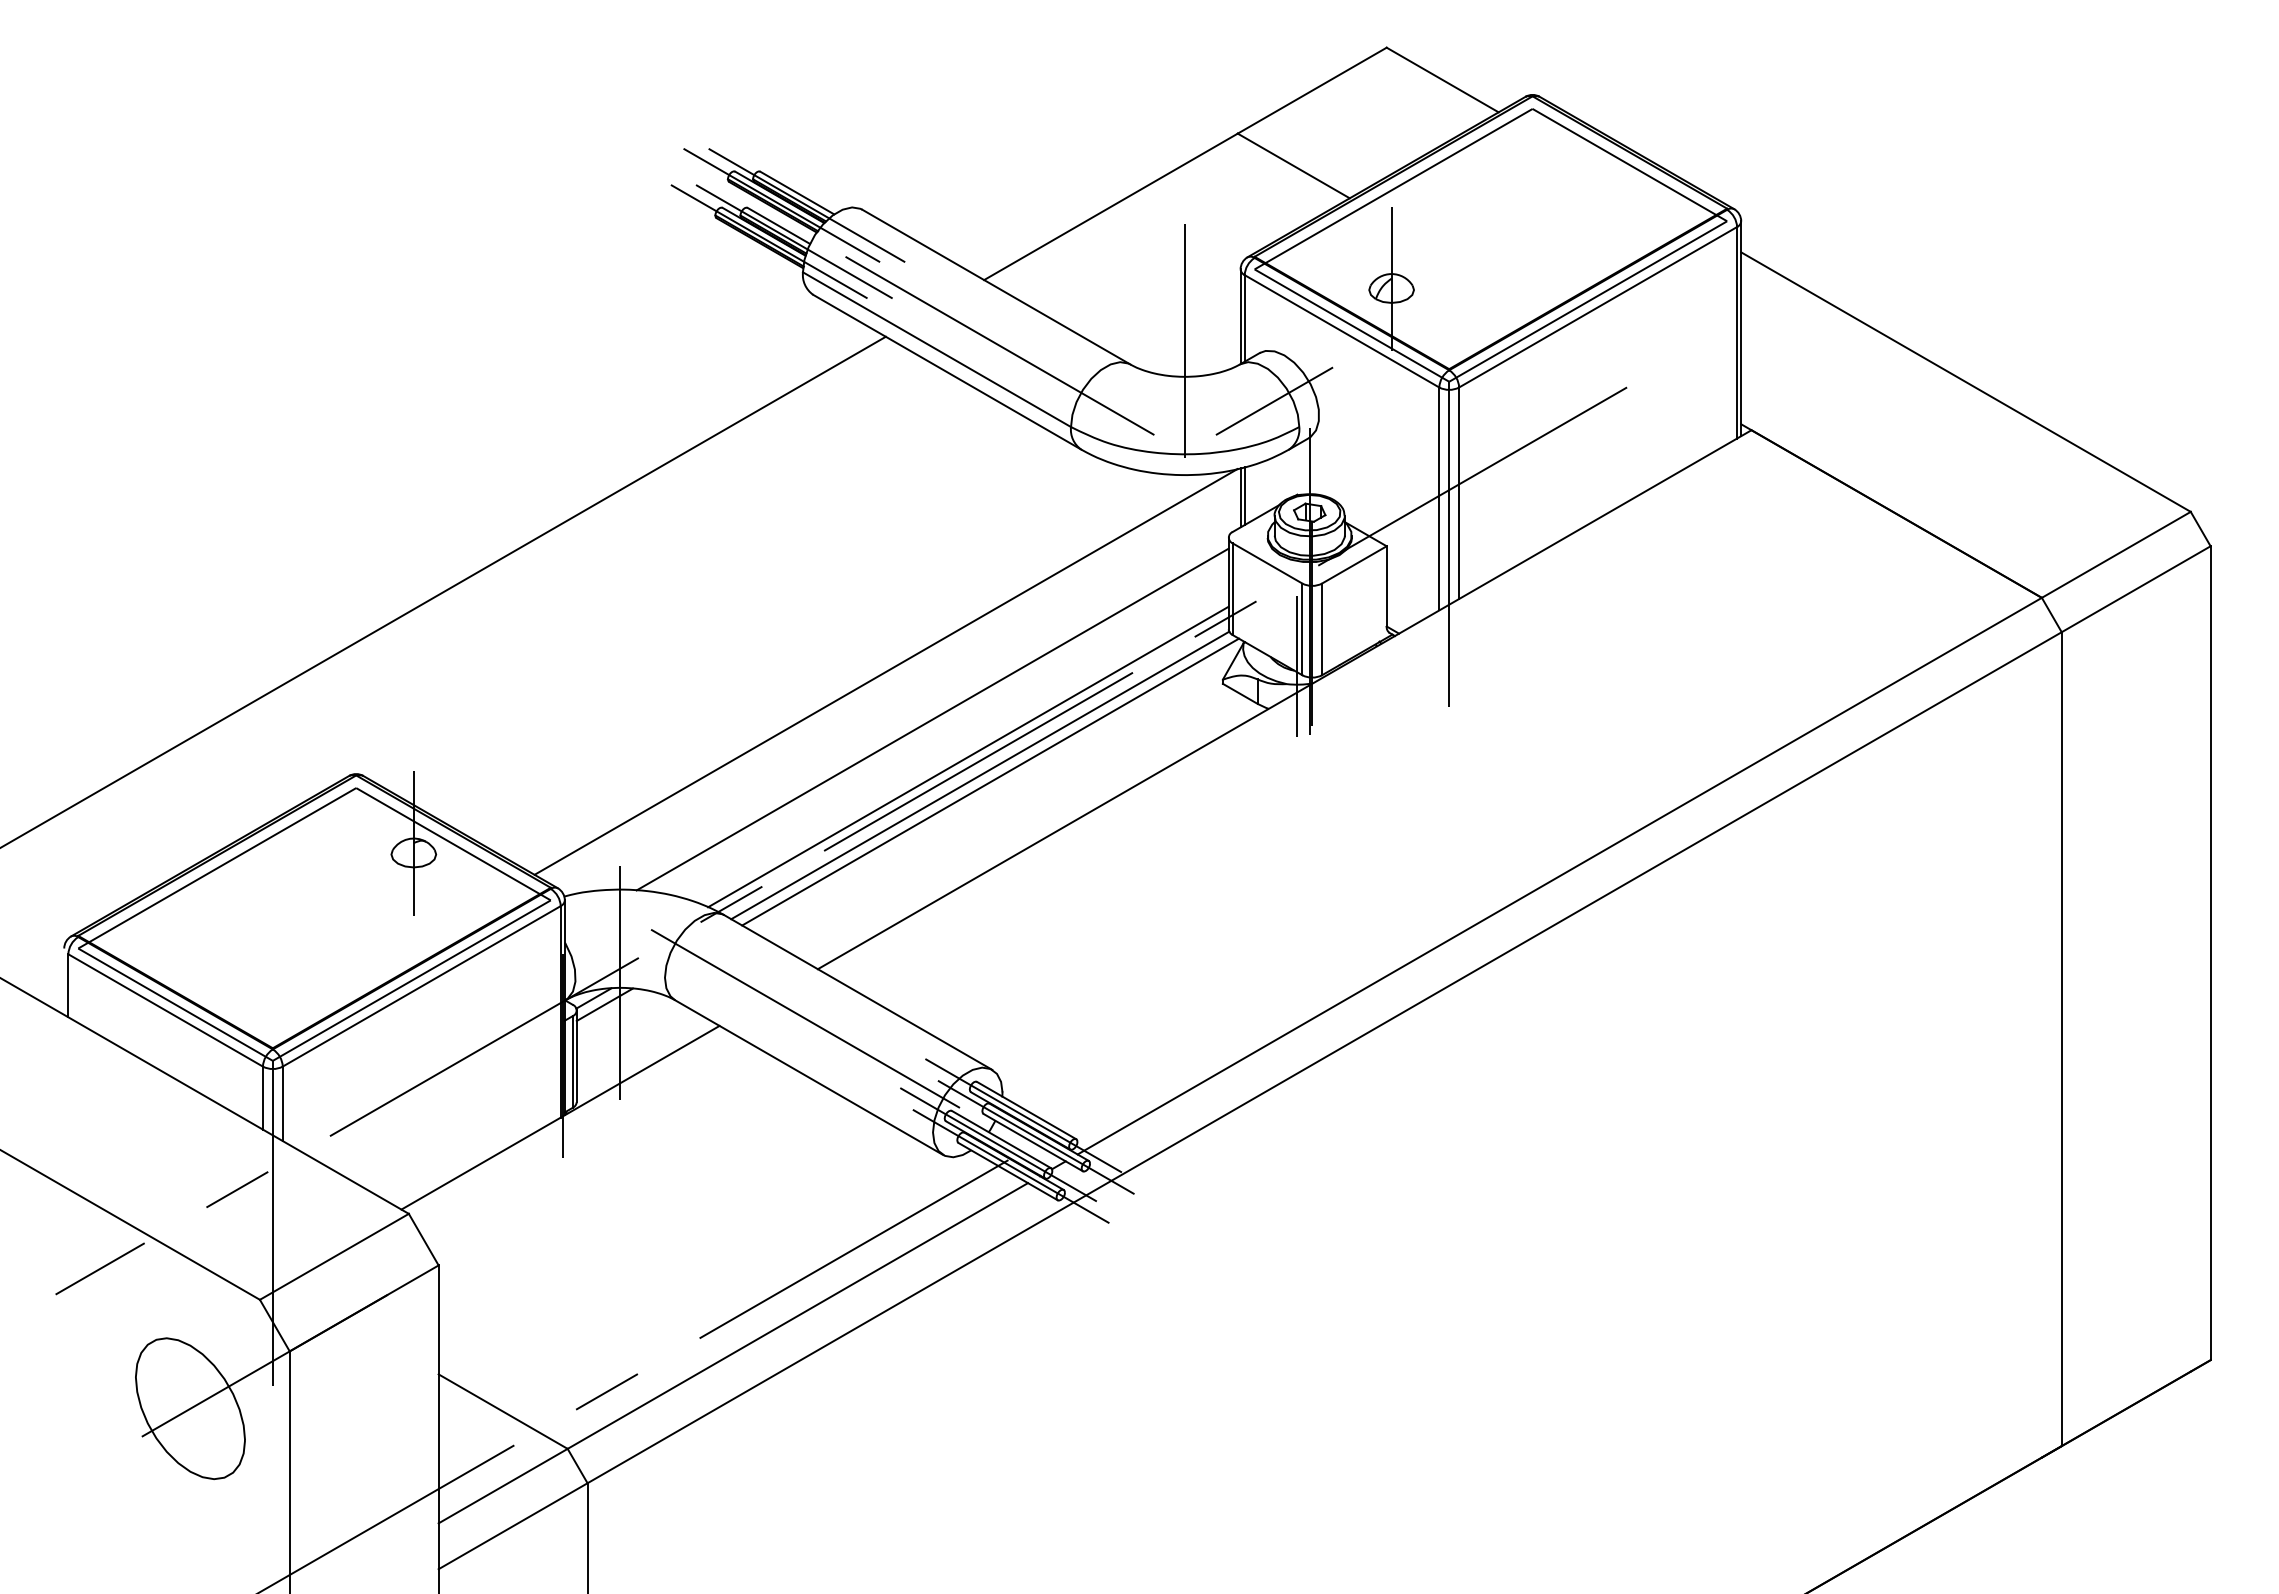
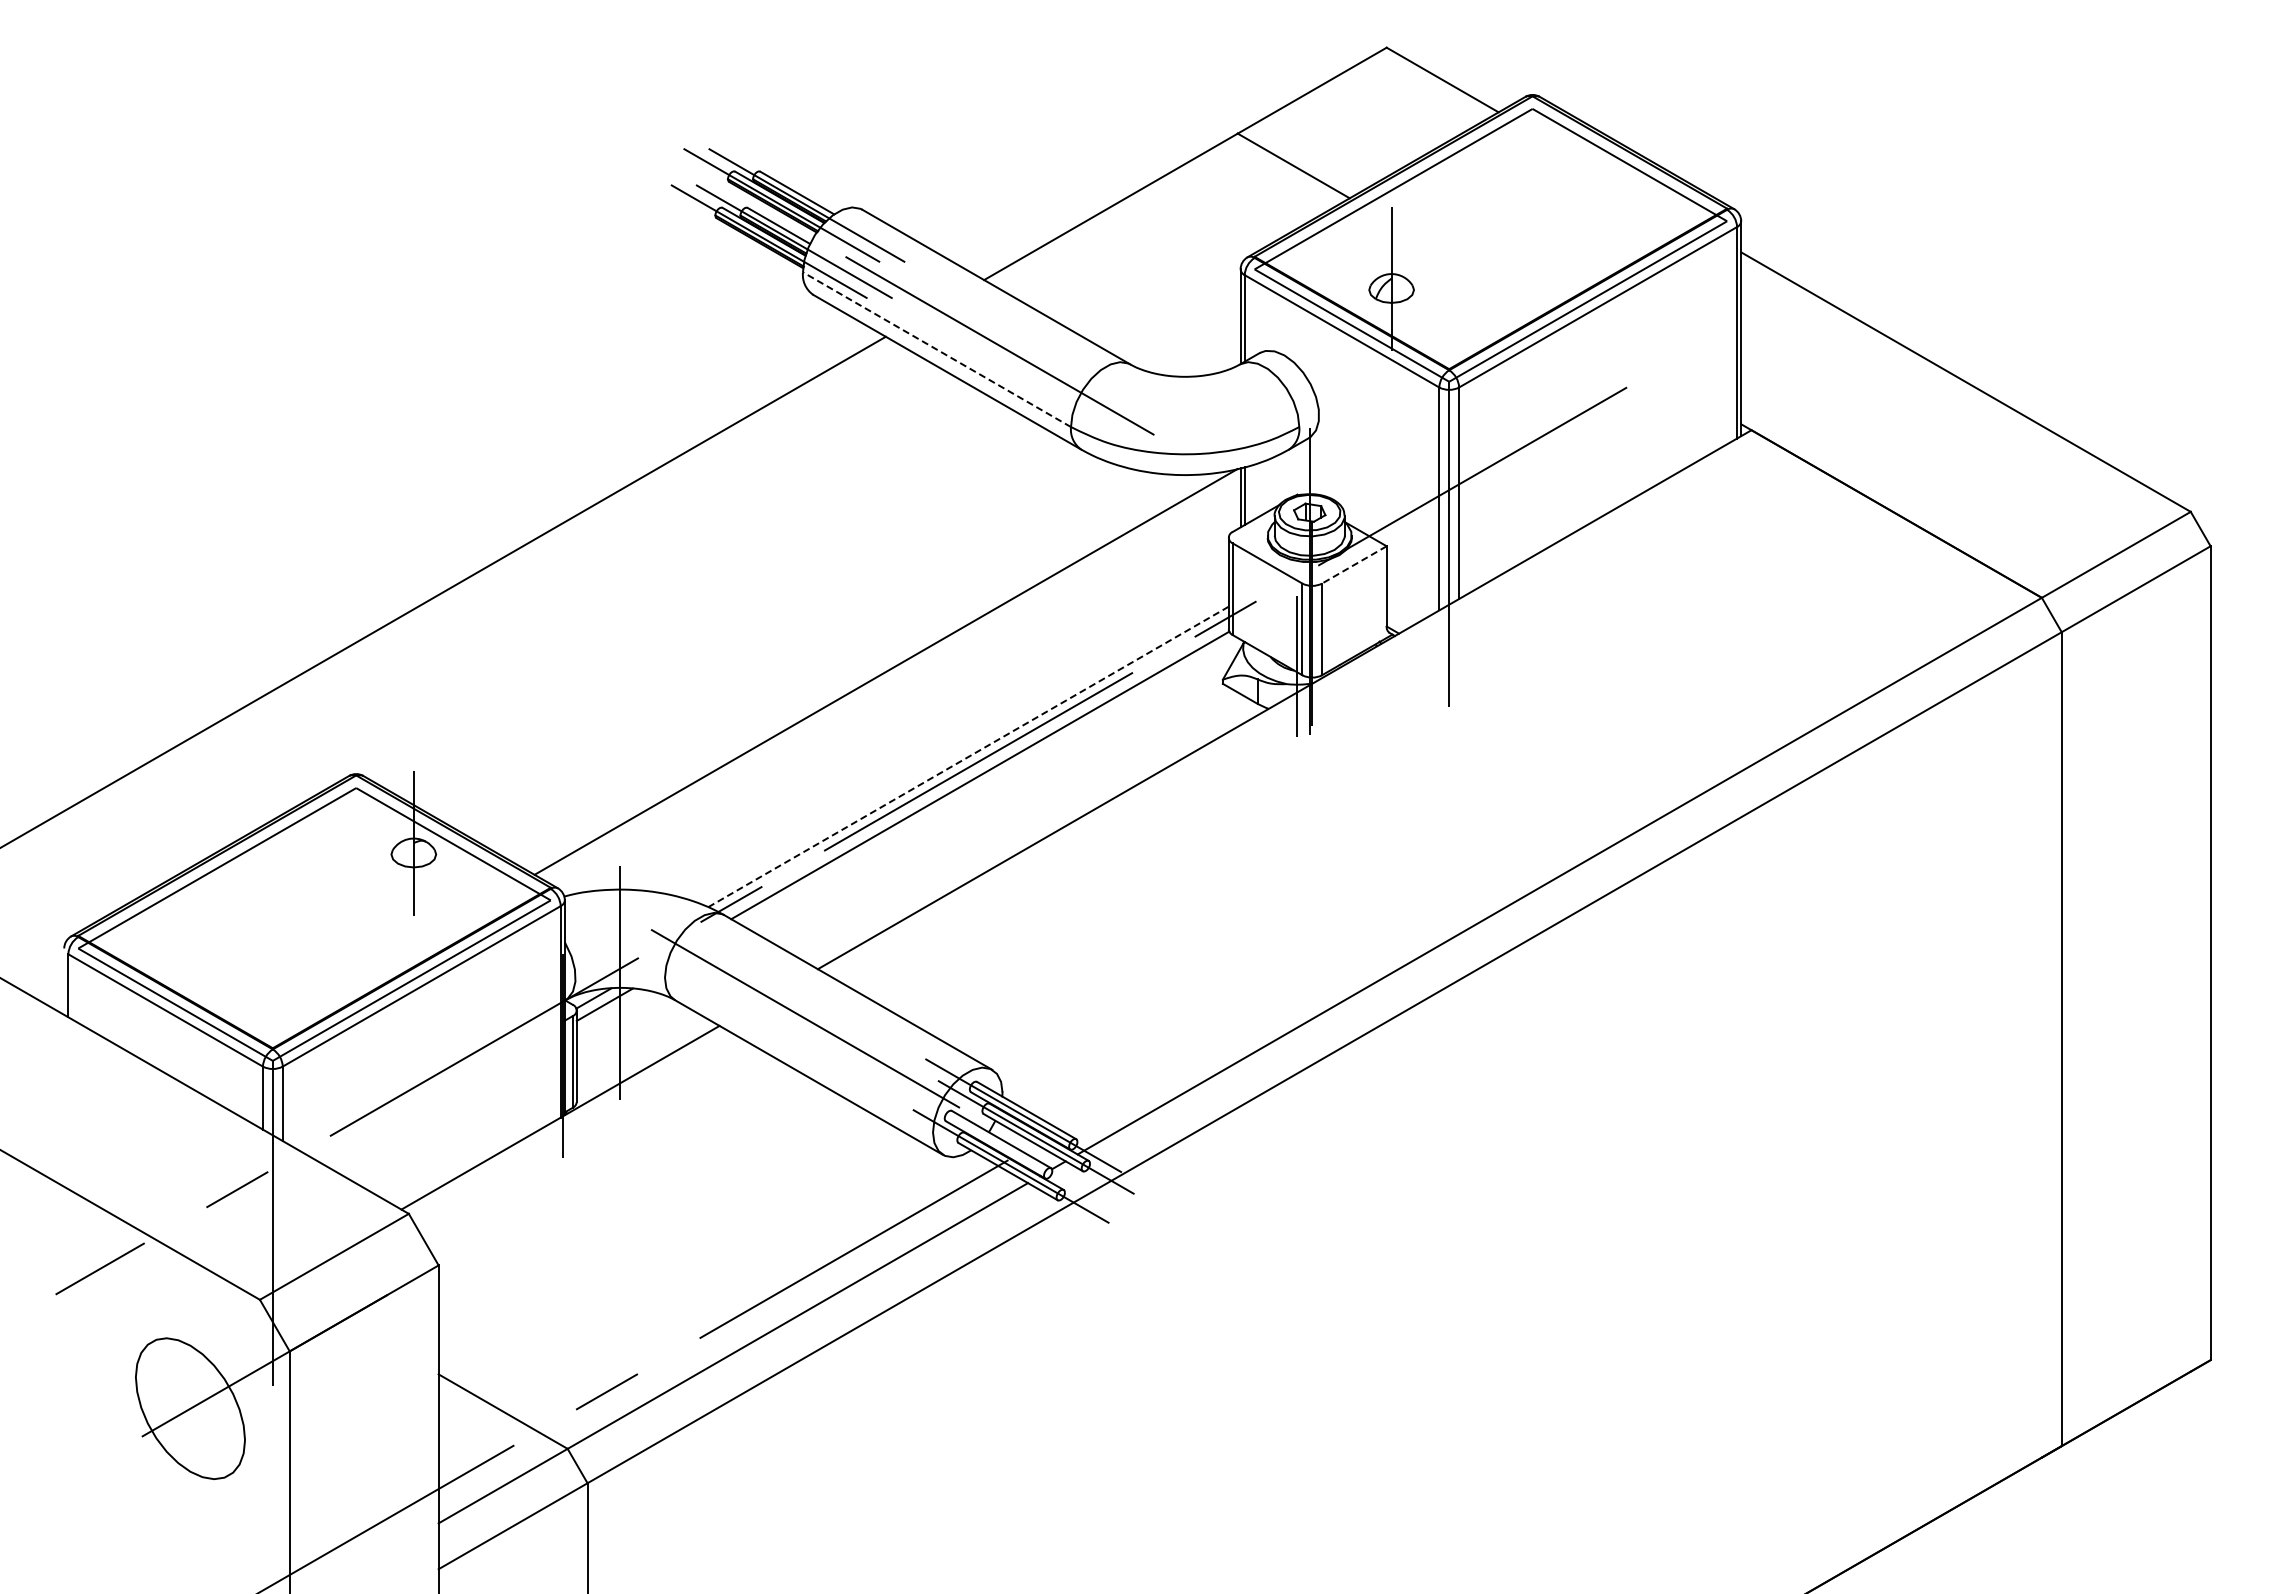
line at (1185, 340): present -> none
line at (937, 349): solid -> dashed
line at (1274, 401): present -> none
line at (1353, 565): solid -> dashed
line at (932, 719): present -> none
line at (968, 757): solid -> dashed
line at (990, 781): present -> none
line at (998, 1144): present -> none
